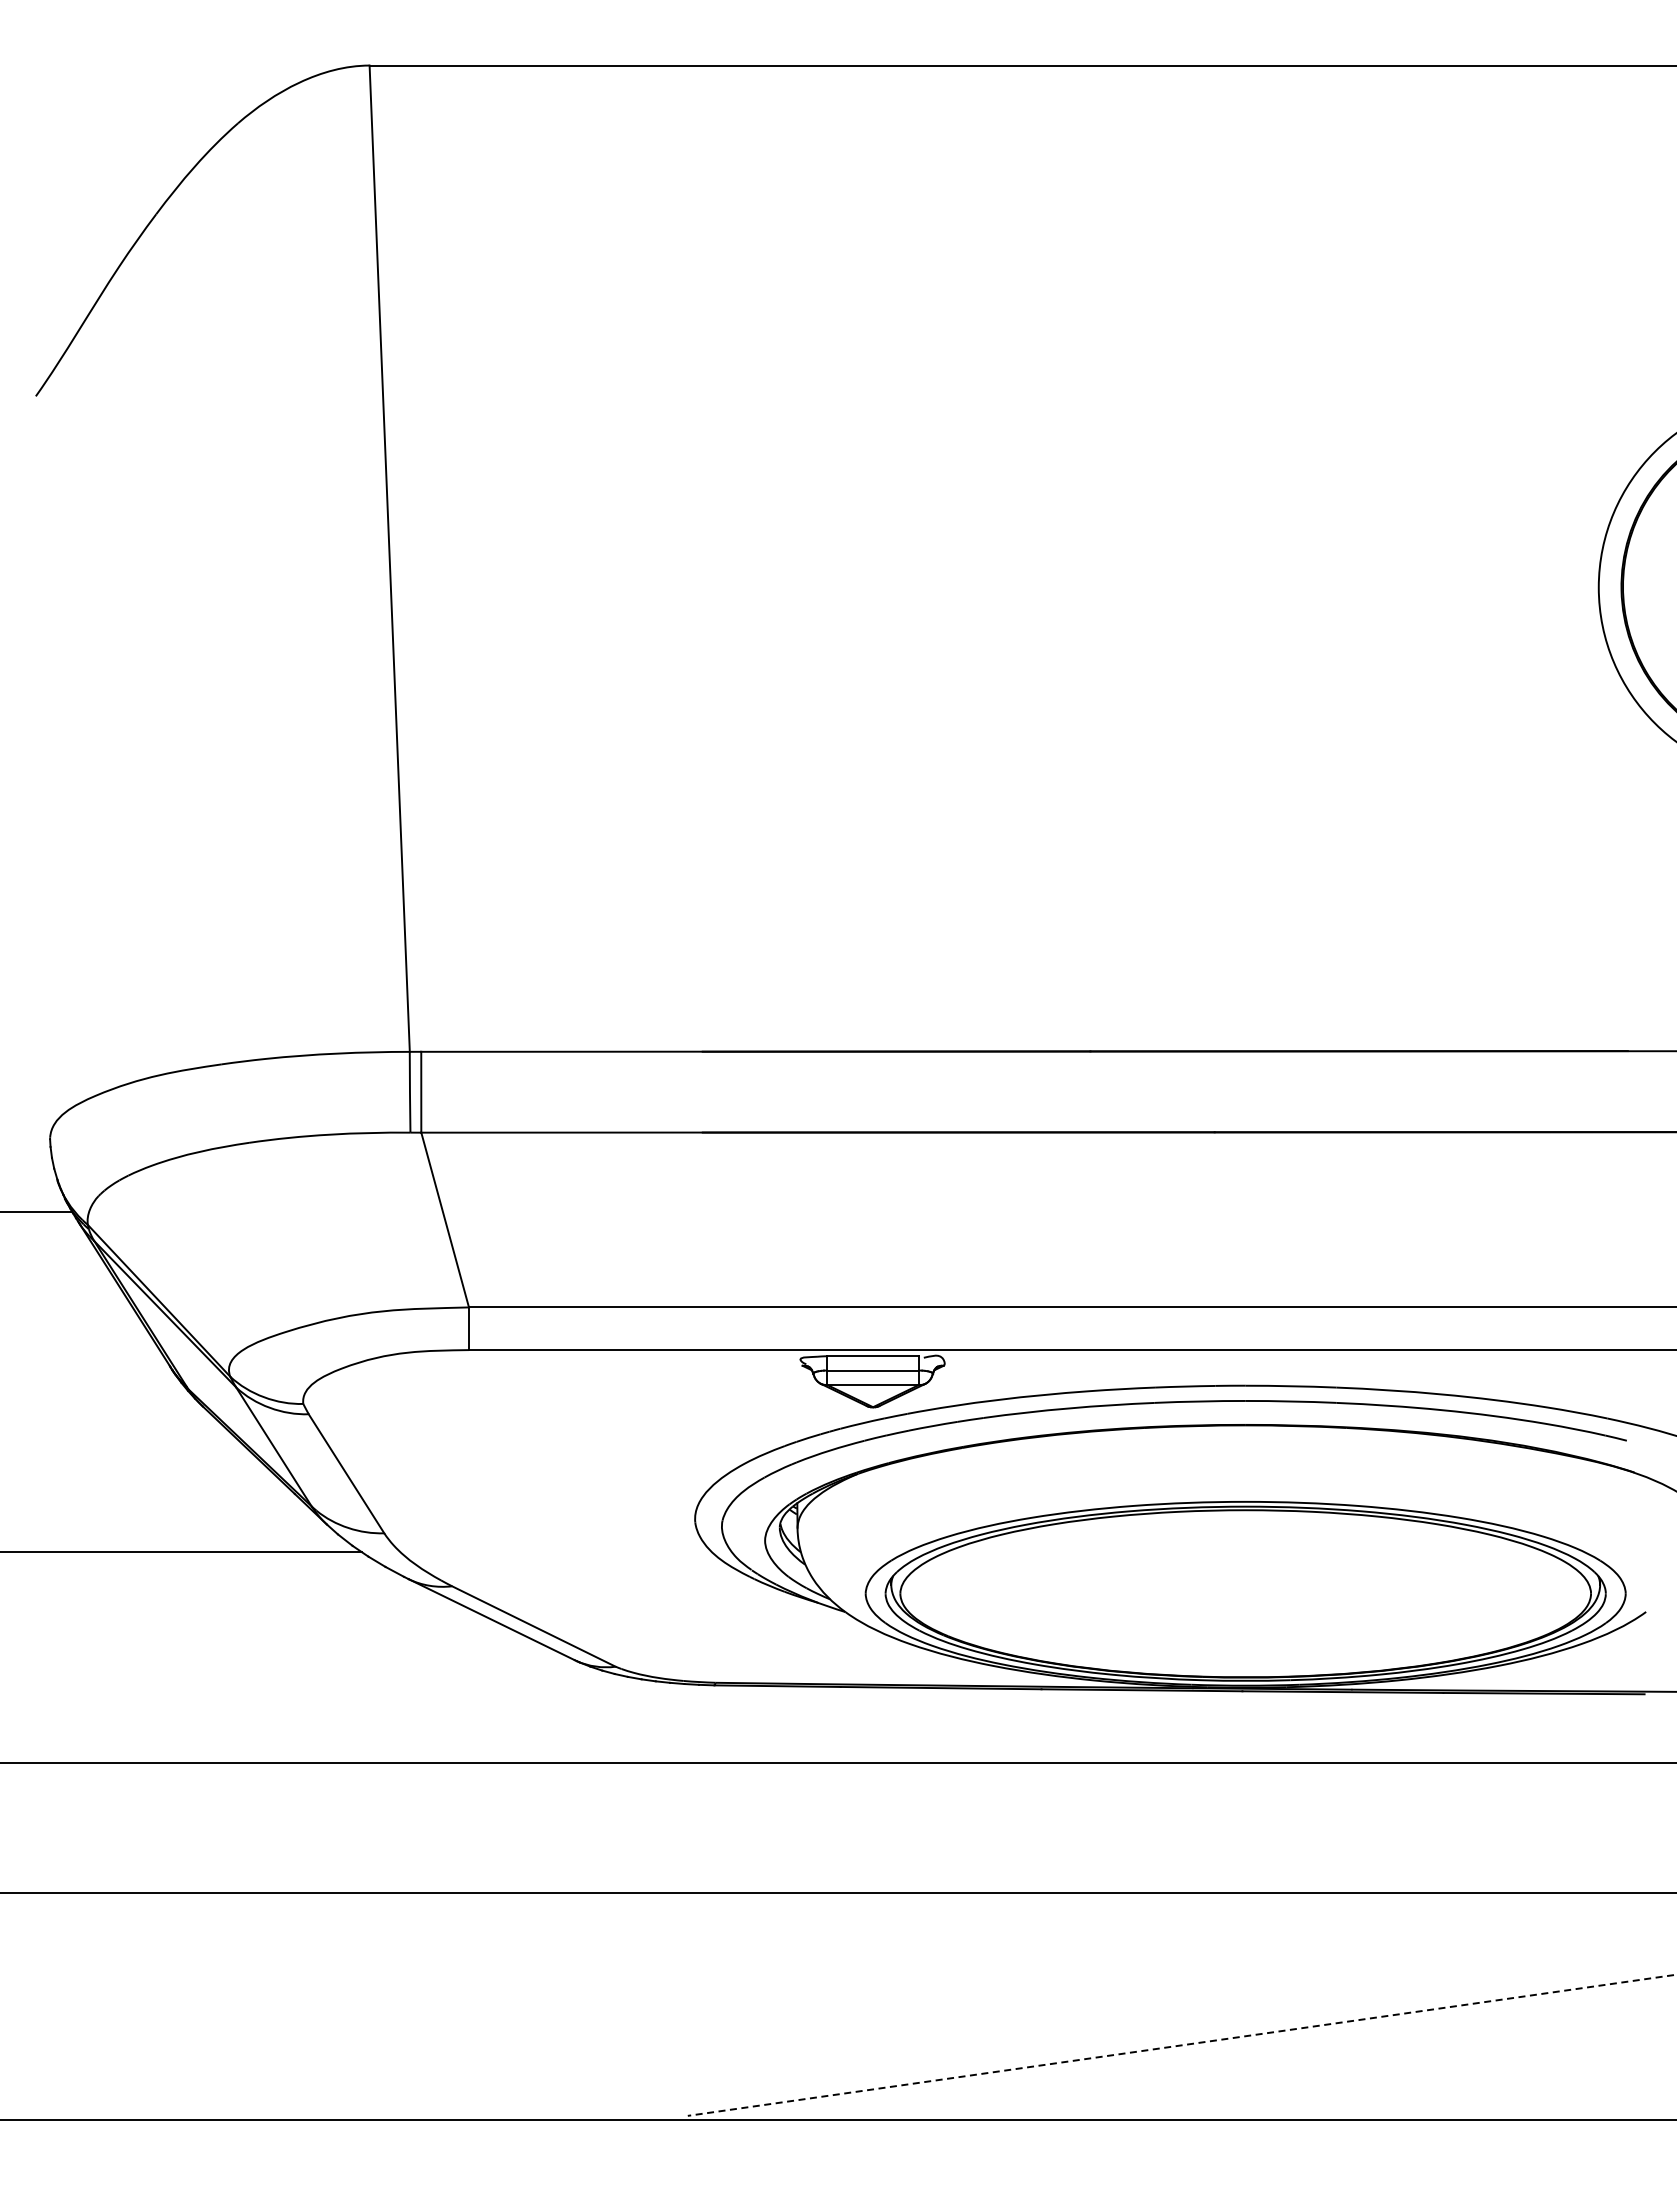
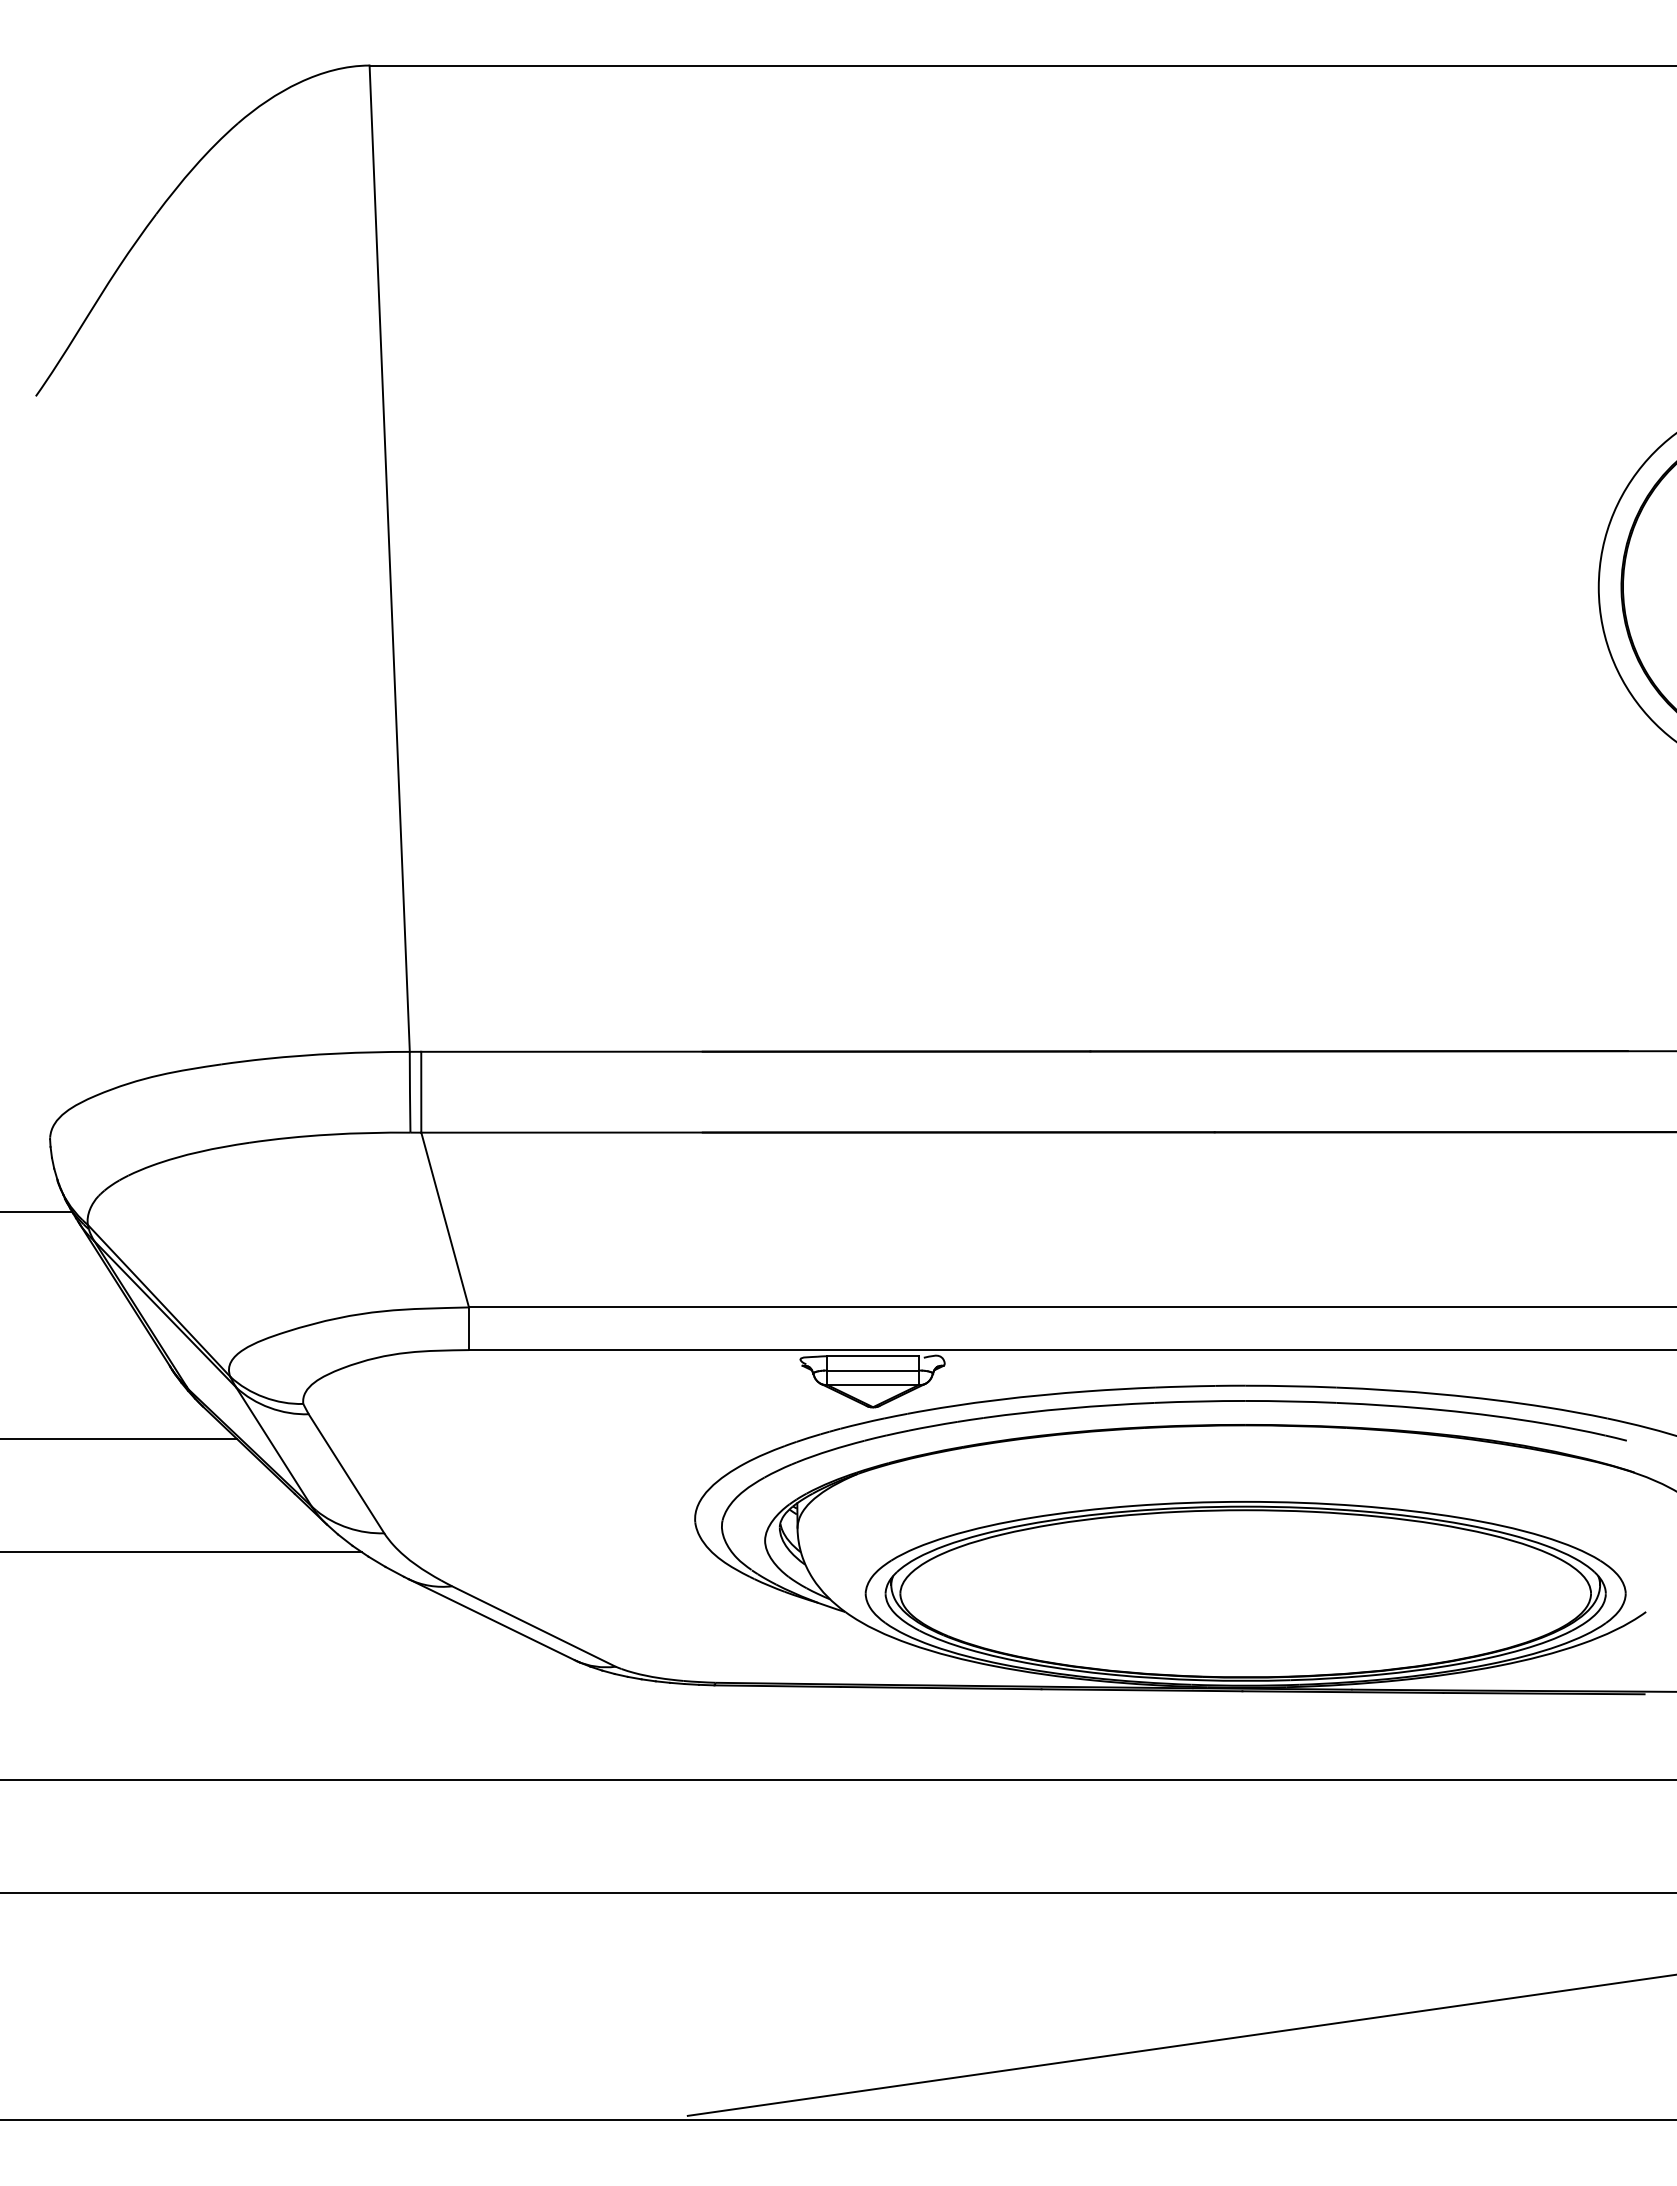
line at (119, 1438): none -> present
line at (837, 1762) position: (837, 1762) -> (837, 1779)
line at (1181, 2045): dashed -> solid
